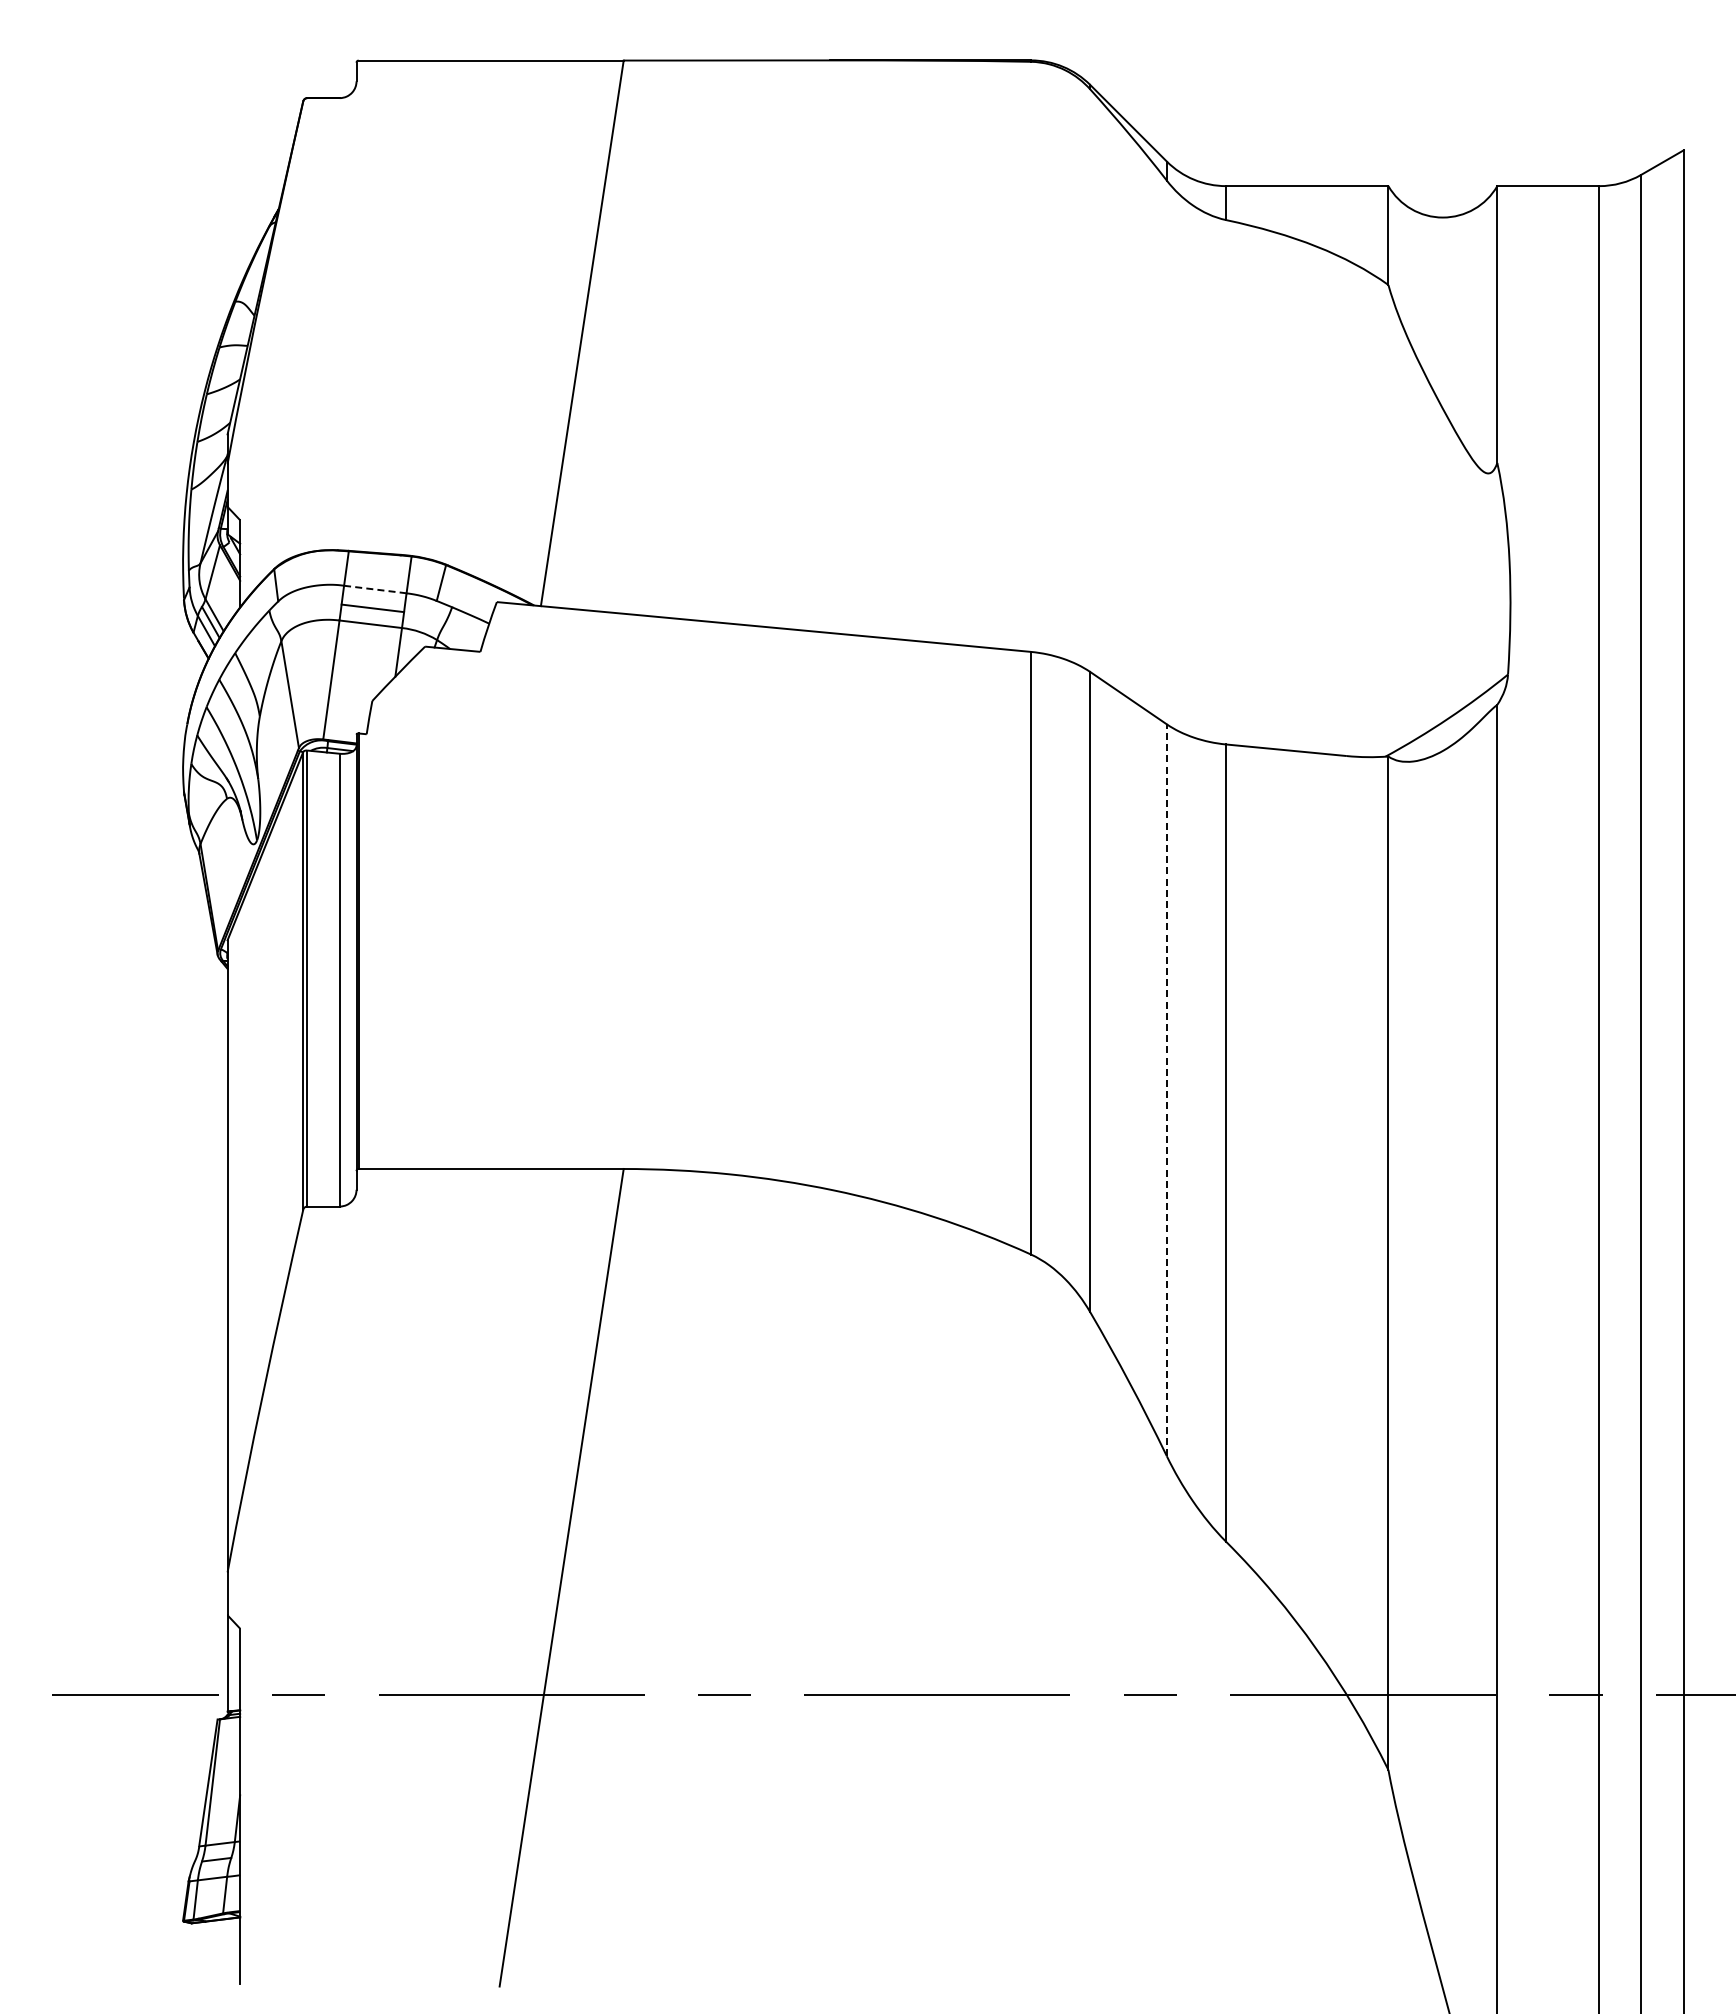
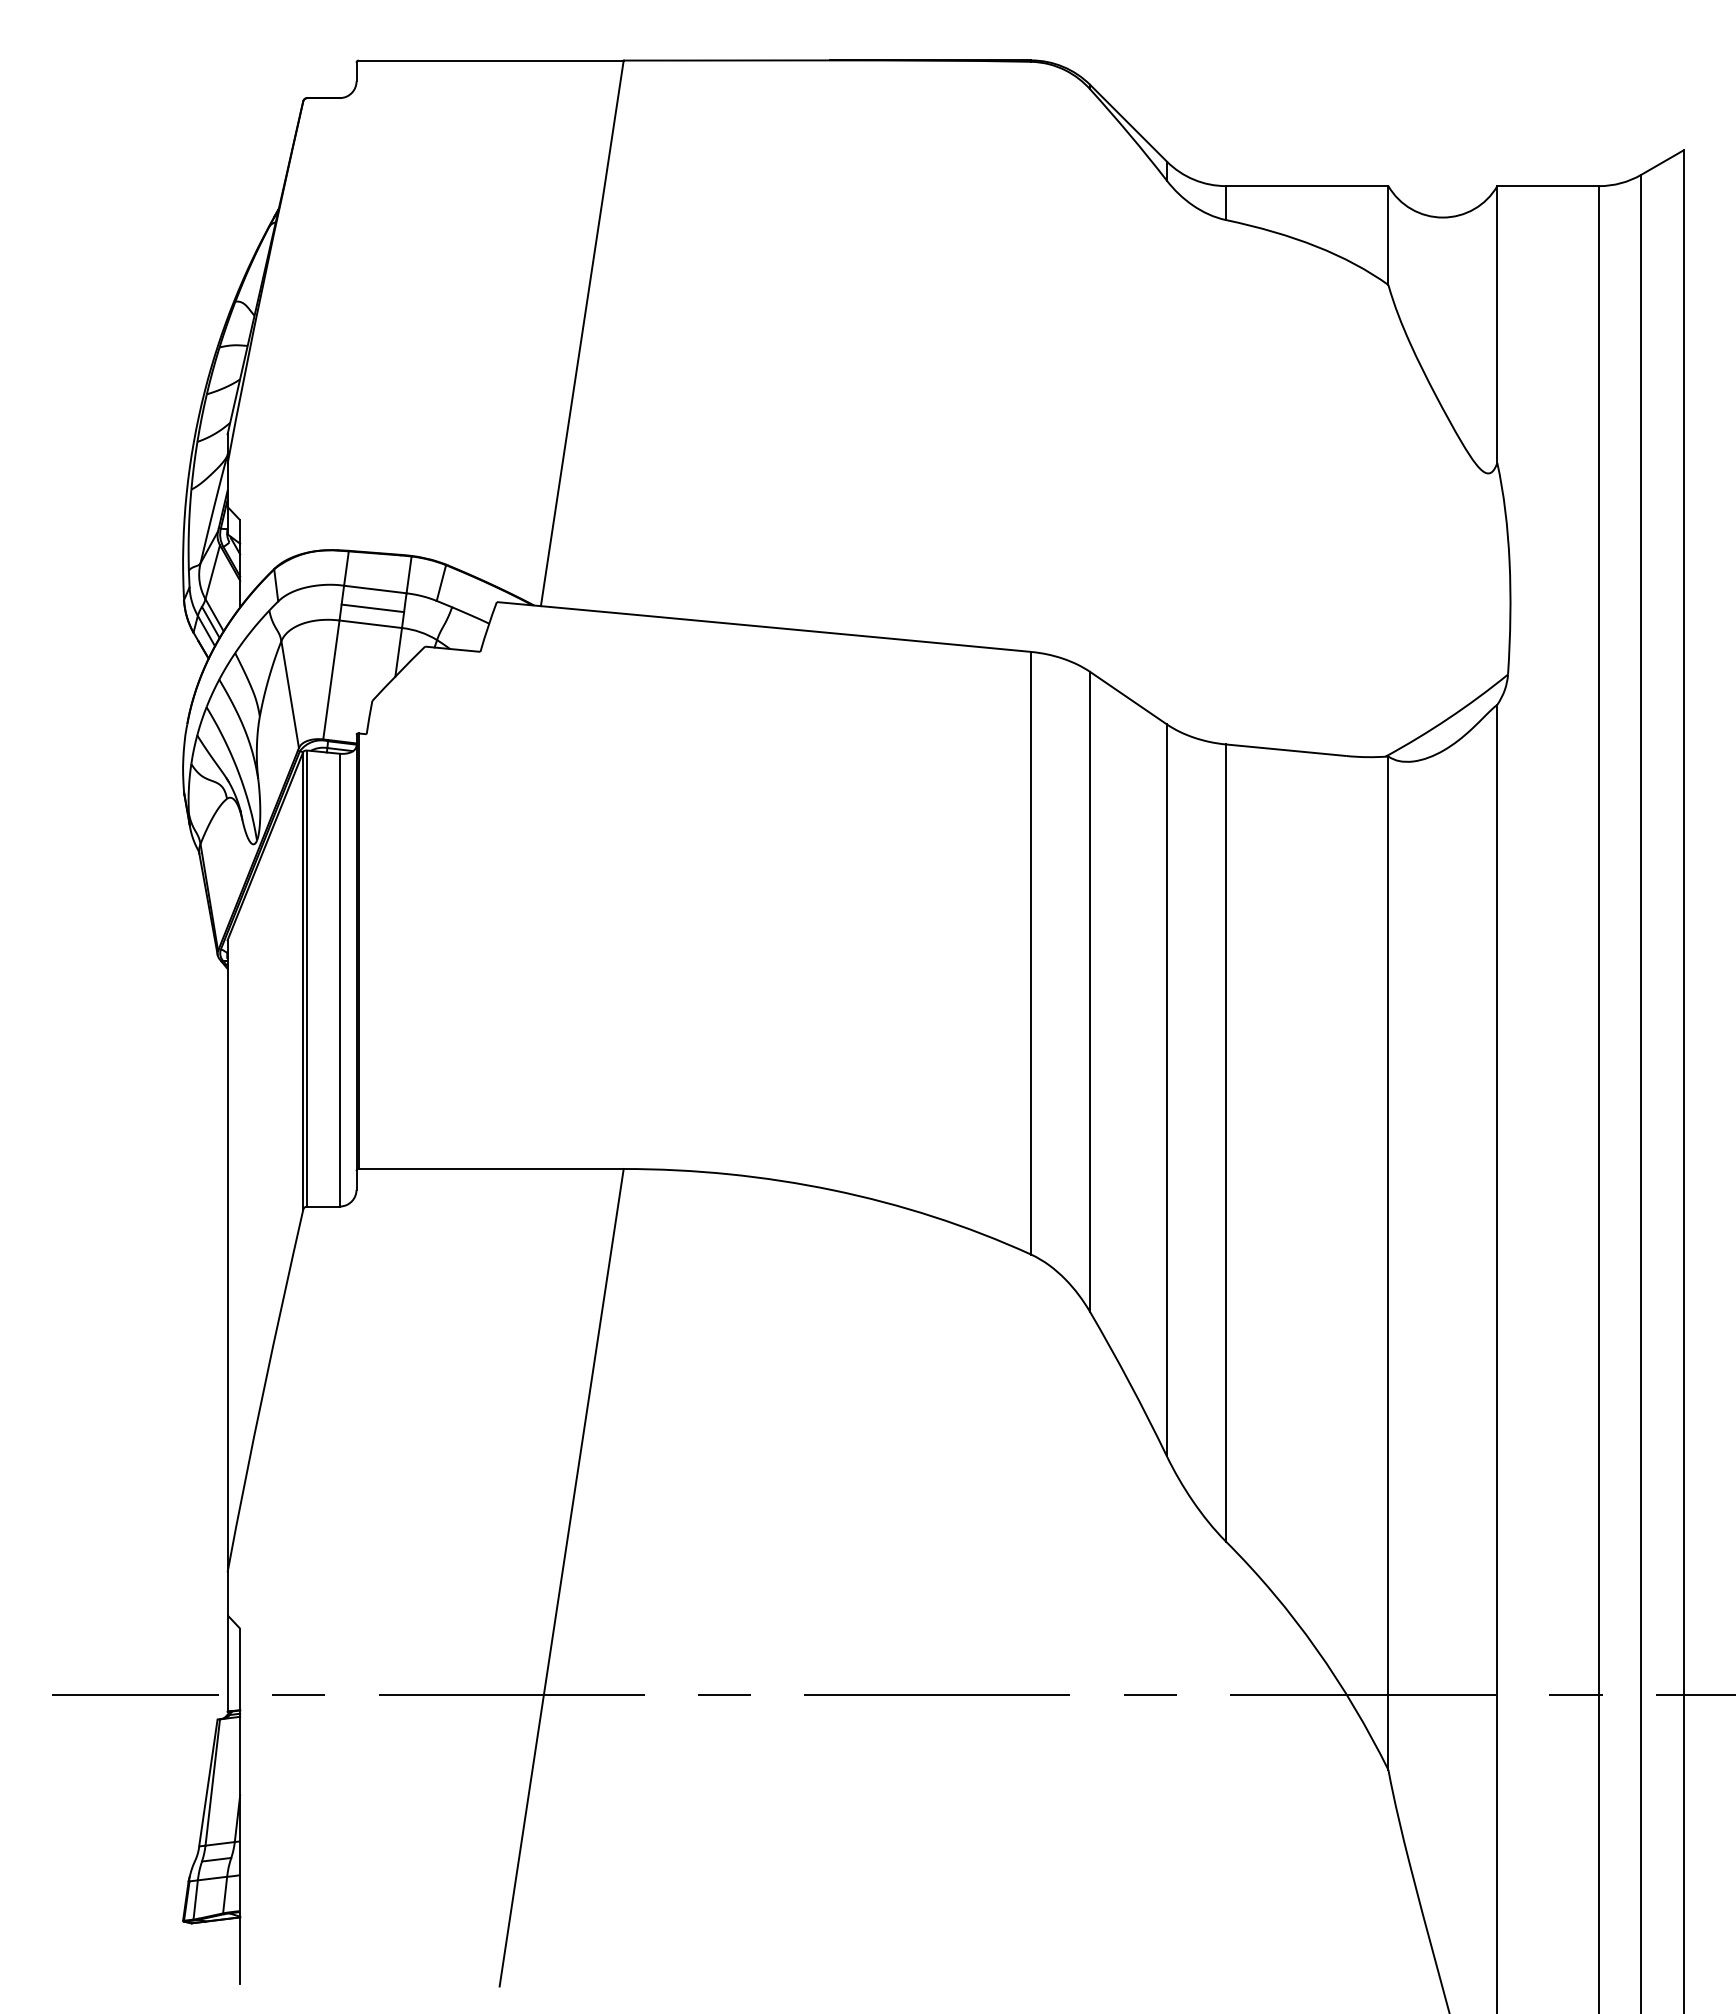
line at (375, 589): dashed -> solid
line at (1166, 1090): dashed -> solid
